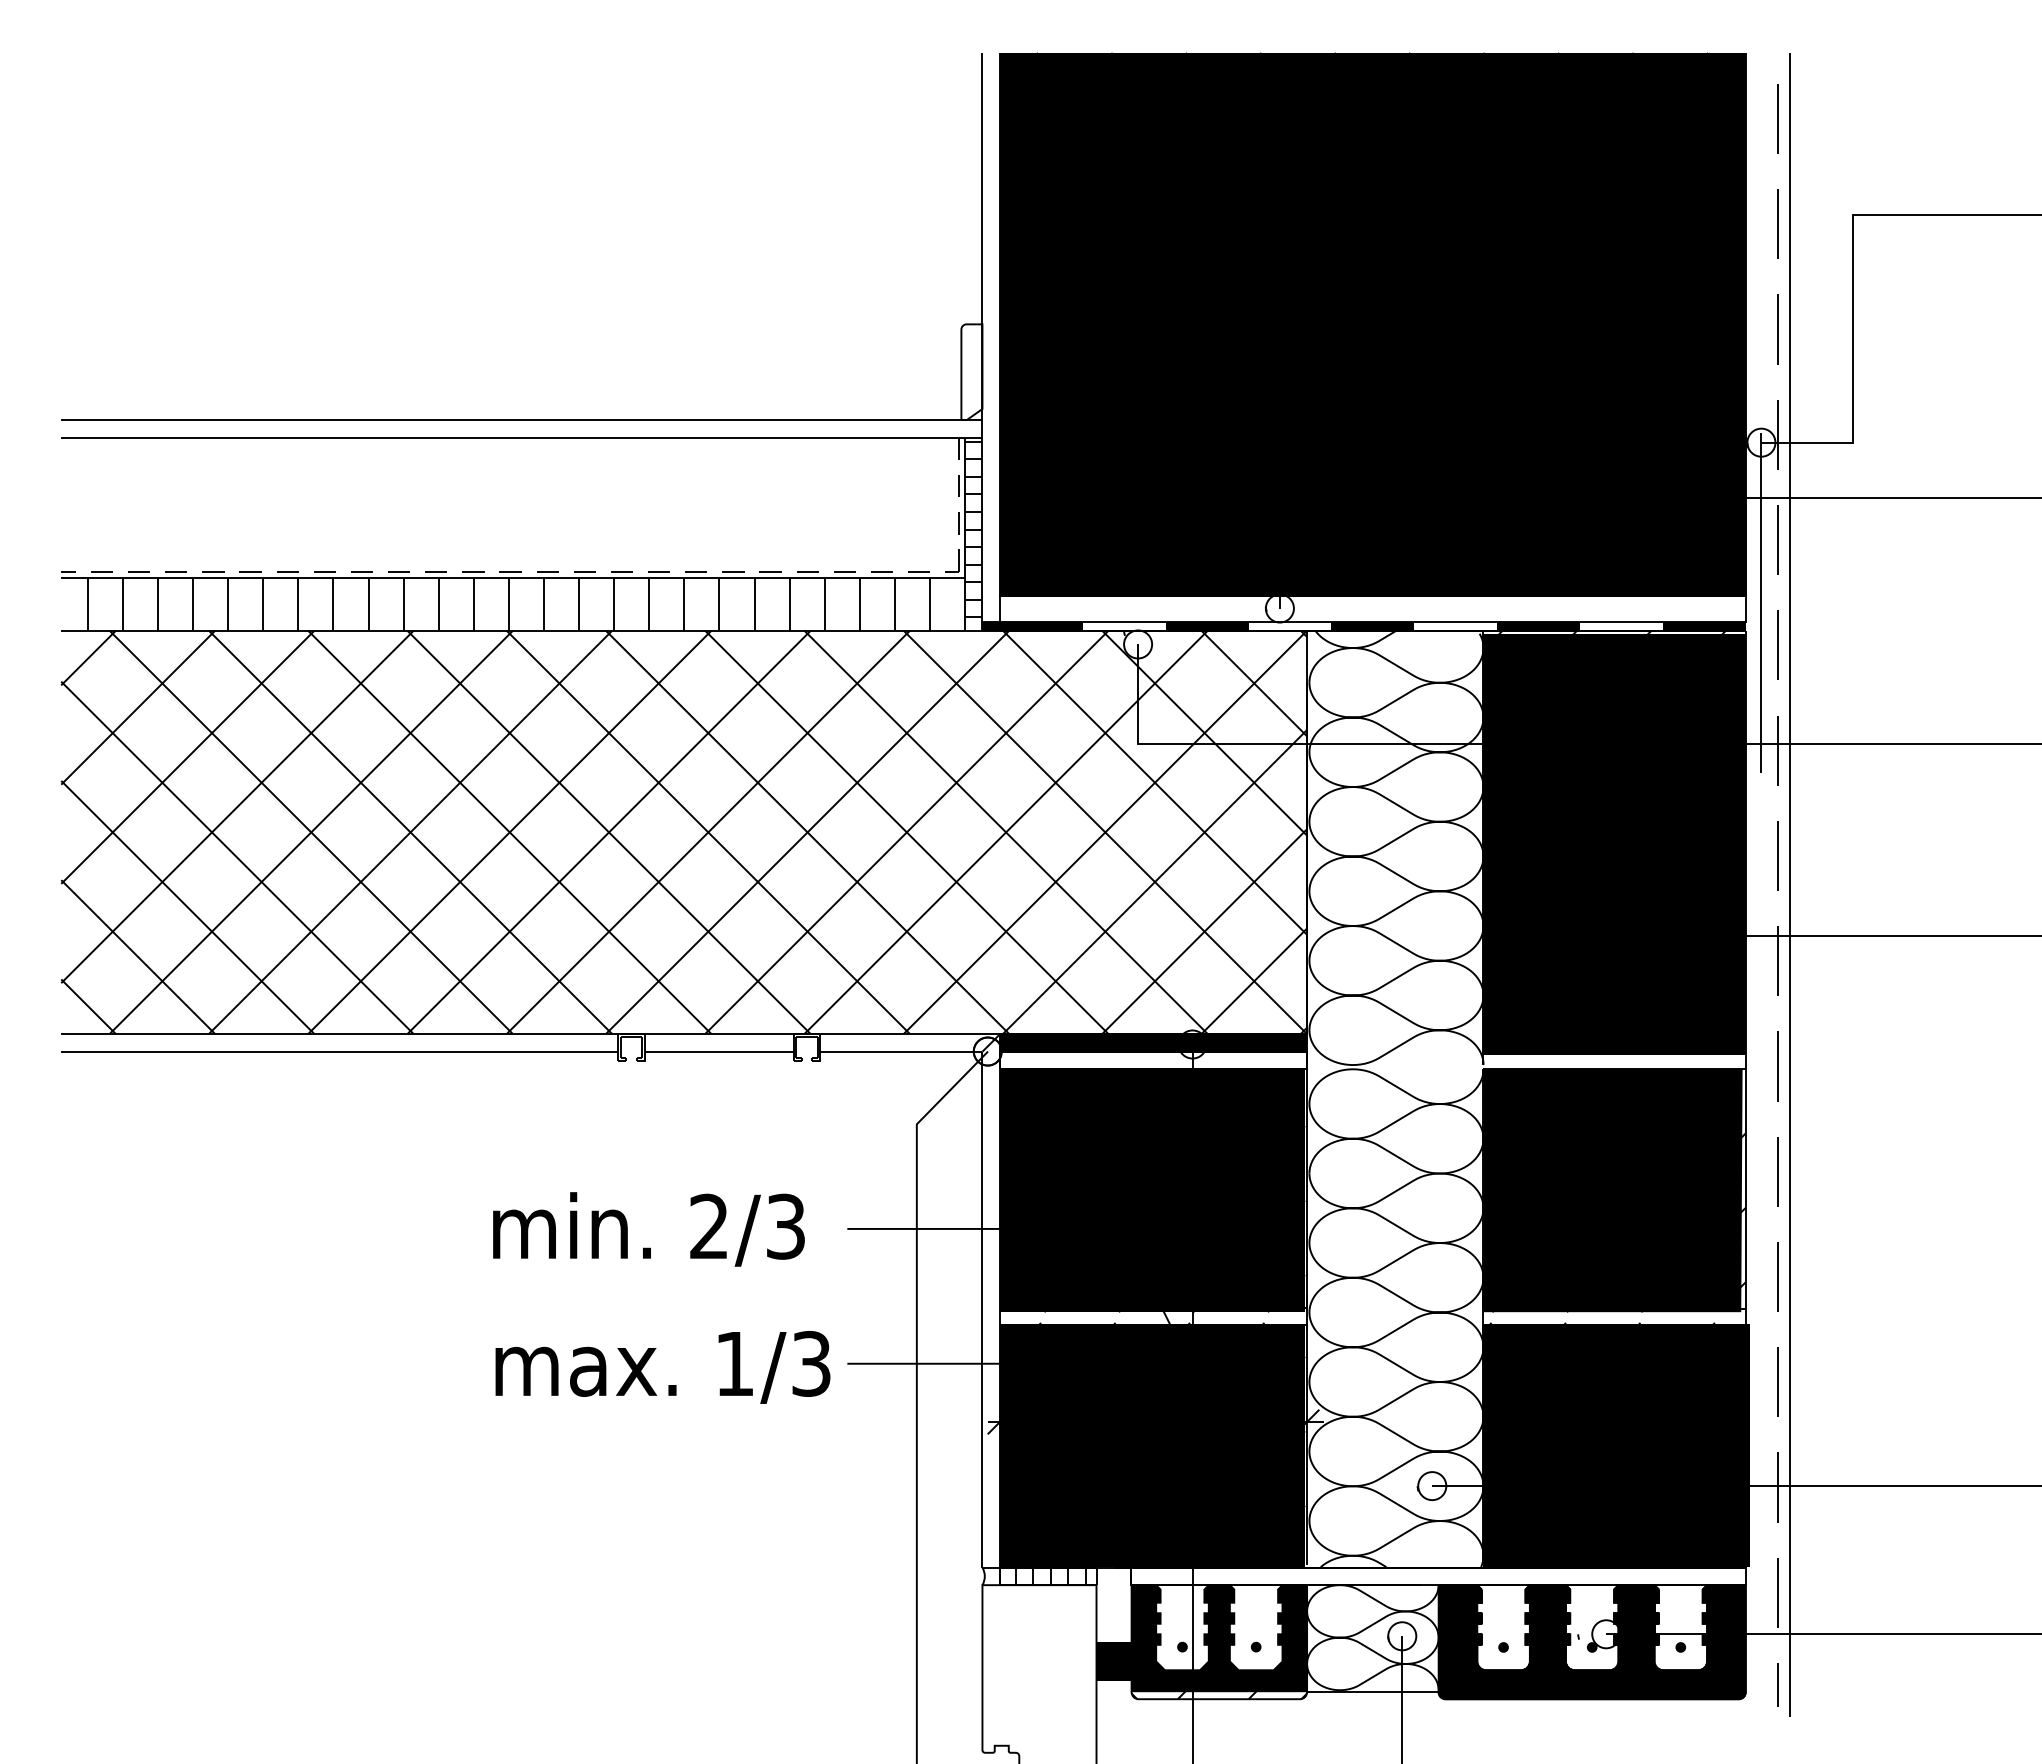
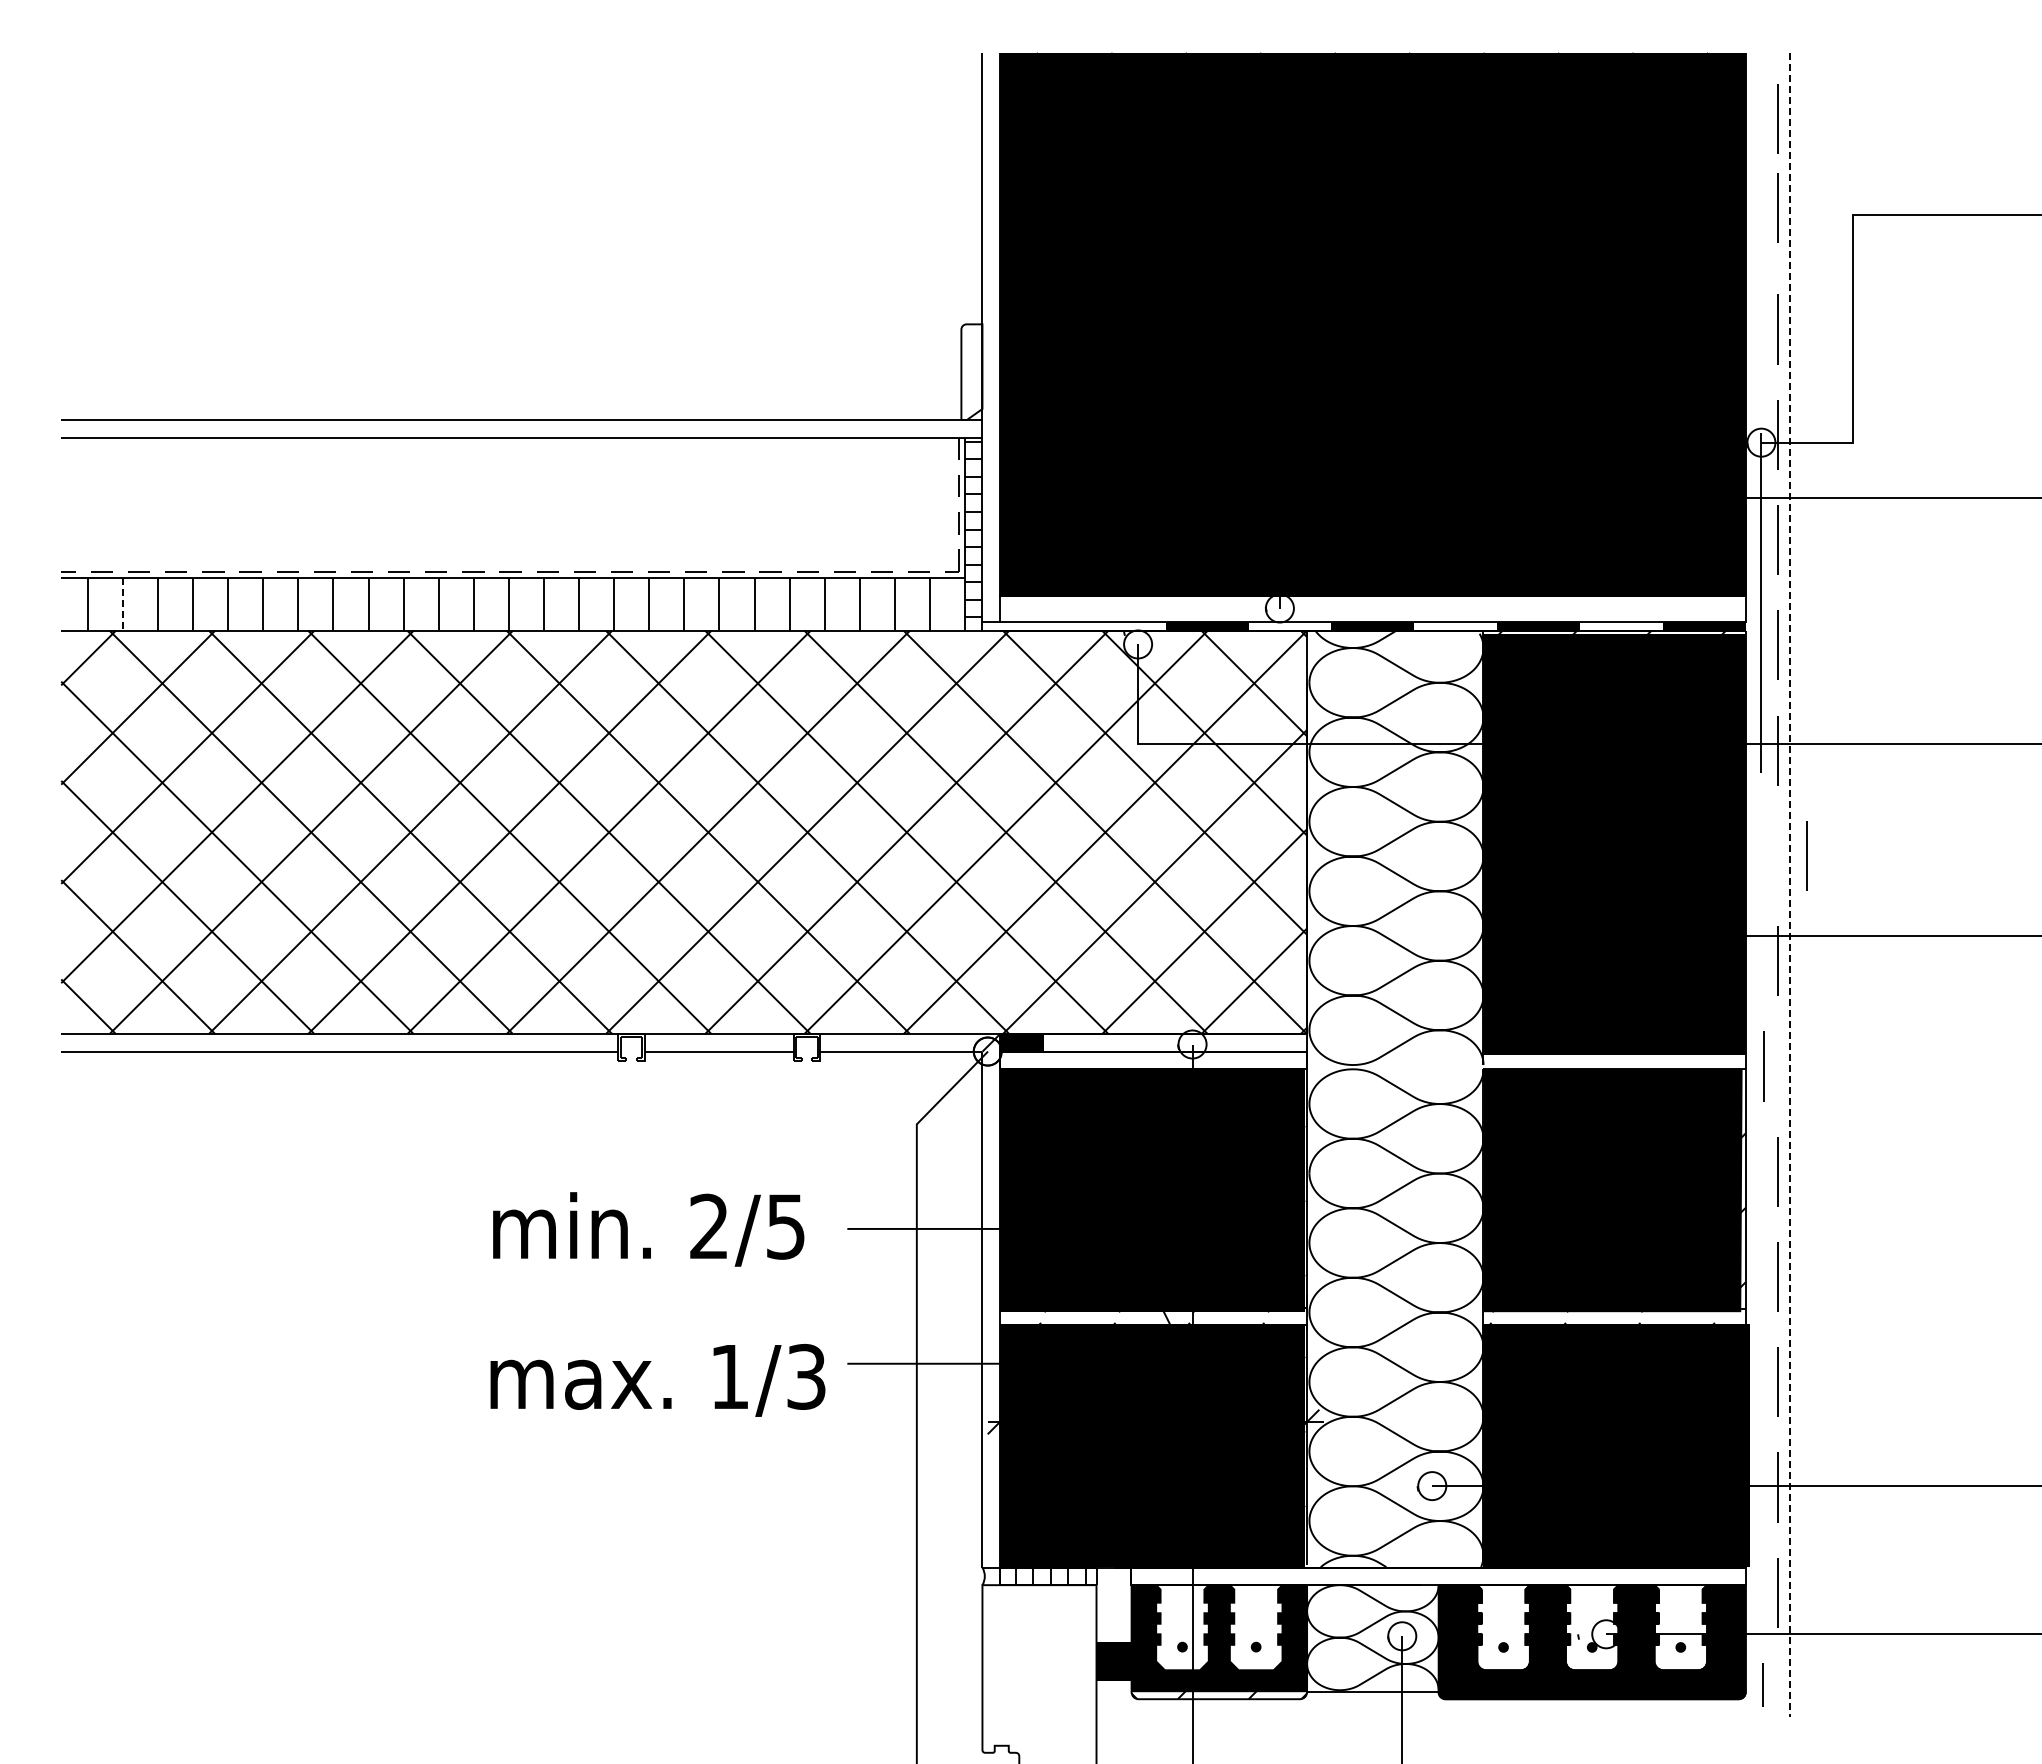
line at (1777, 223) position: (1777, 223) -> (1777, 207)
line at (122, 604): solid -> dashed
fill at (1032, 625): present -> none
line at (1777, 855) position: (1777, 855) -> (1806, 855)
line at (1789, 885): solid -> dashed
fill at (1175, 1042): present -> none
line at (1777, 1066) position: (1777, 1066) -> (1763, 1066)
text at (785, 1226): 2/3 -> 2/5
text at (662, 1367) position: (662, 1367) -> (657, 1380)
line at (1777, 1684) position: (1777, 1684) -> (1762, 1684)
